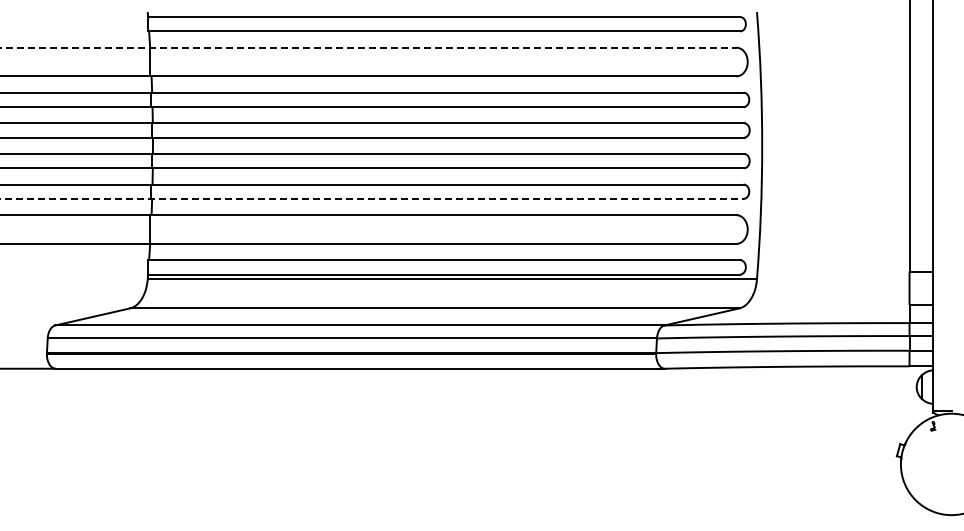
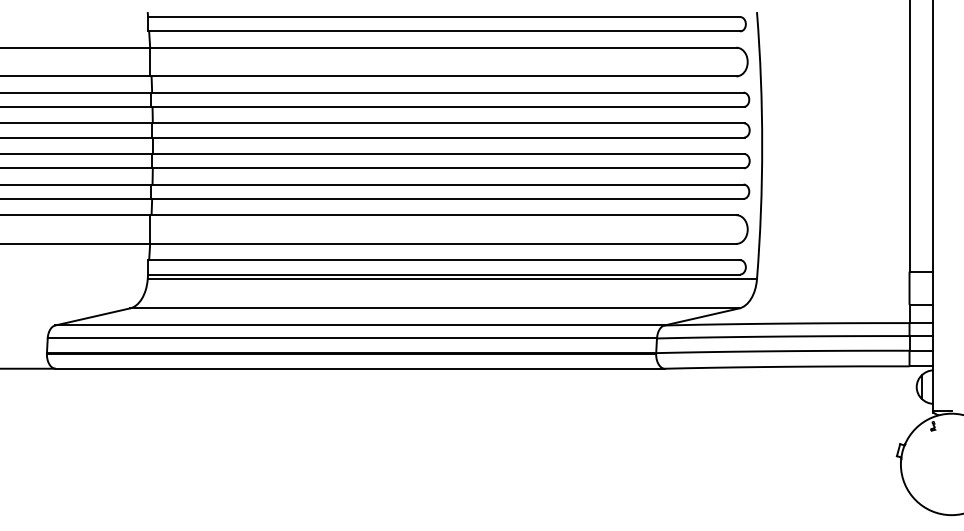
line at (368, 47): dashed -> solid
line at (372, 198): dashed -> solid
